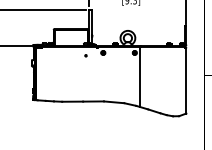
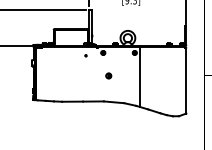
part at (108, 75): none -> present
